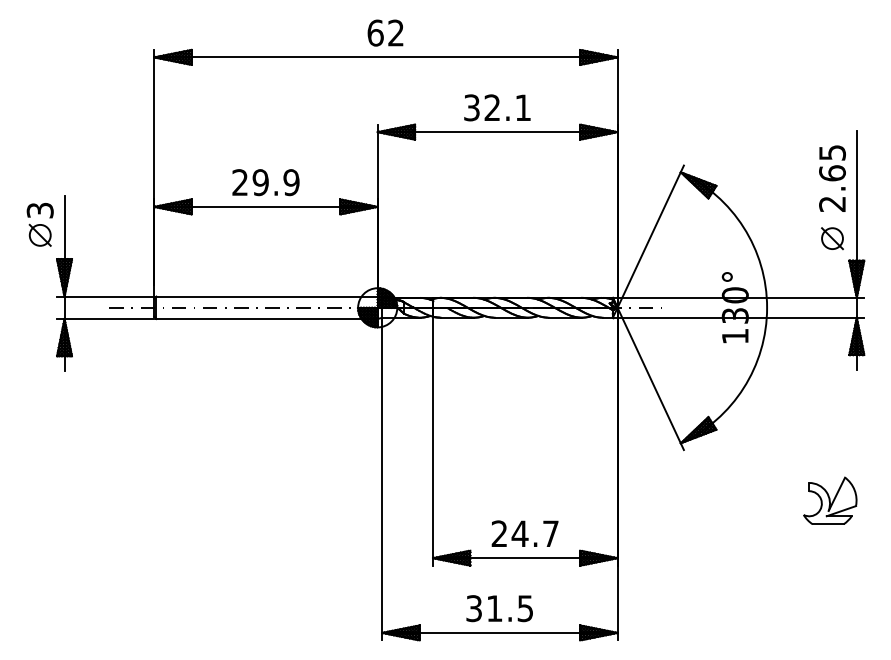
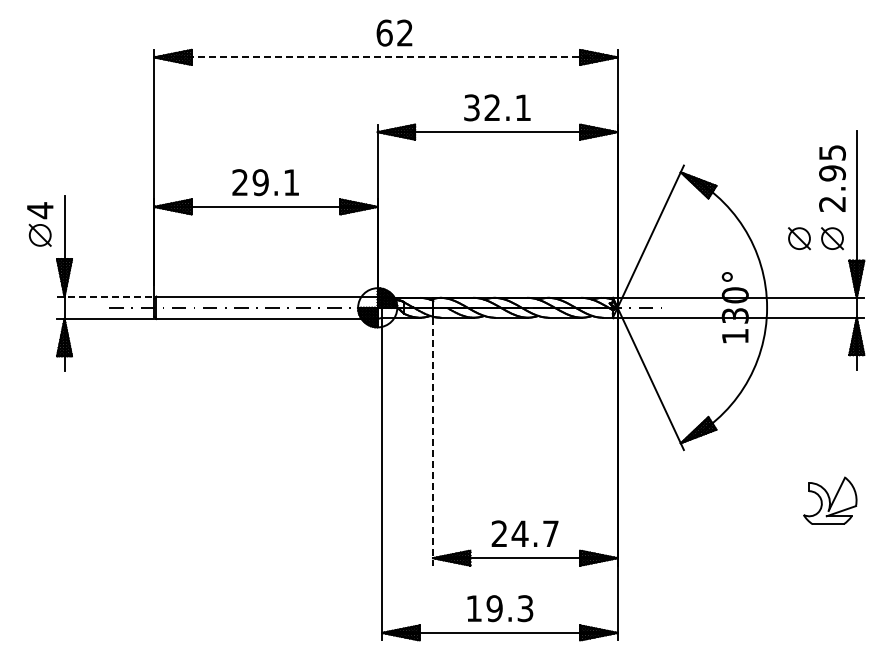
text at (385, 32) position: (385, 32) -> (394, 32)
line at (385, 57): solid -> dashed
text at (832, 173): 2.65 -> 2.95
text at (291, 182): 29.9 -> 29.1
text at (39, 210): 3 -> 4
part at (799, 238): none -> present
line at (105, 296): solid -> dashed
line at (433, 441): solid -> dashed
text at (499, 608): 31.5 -> 19.3
